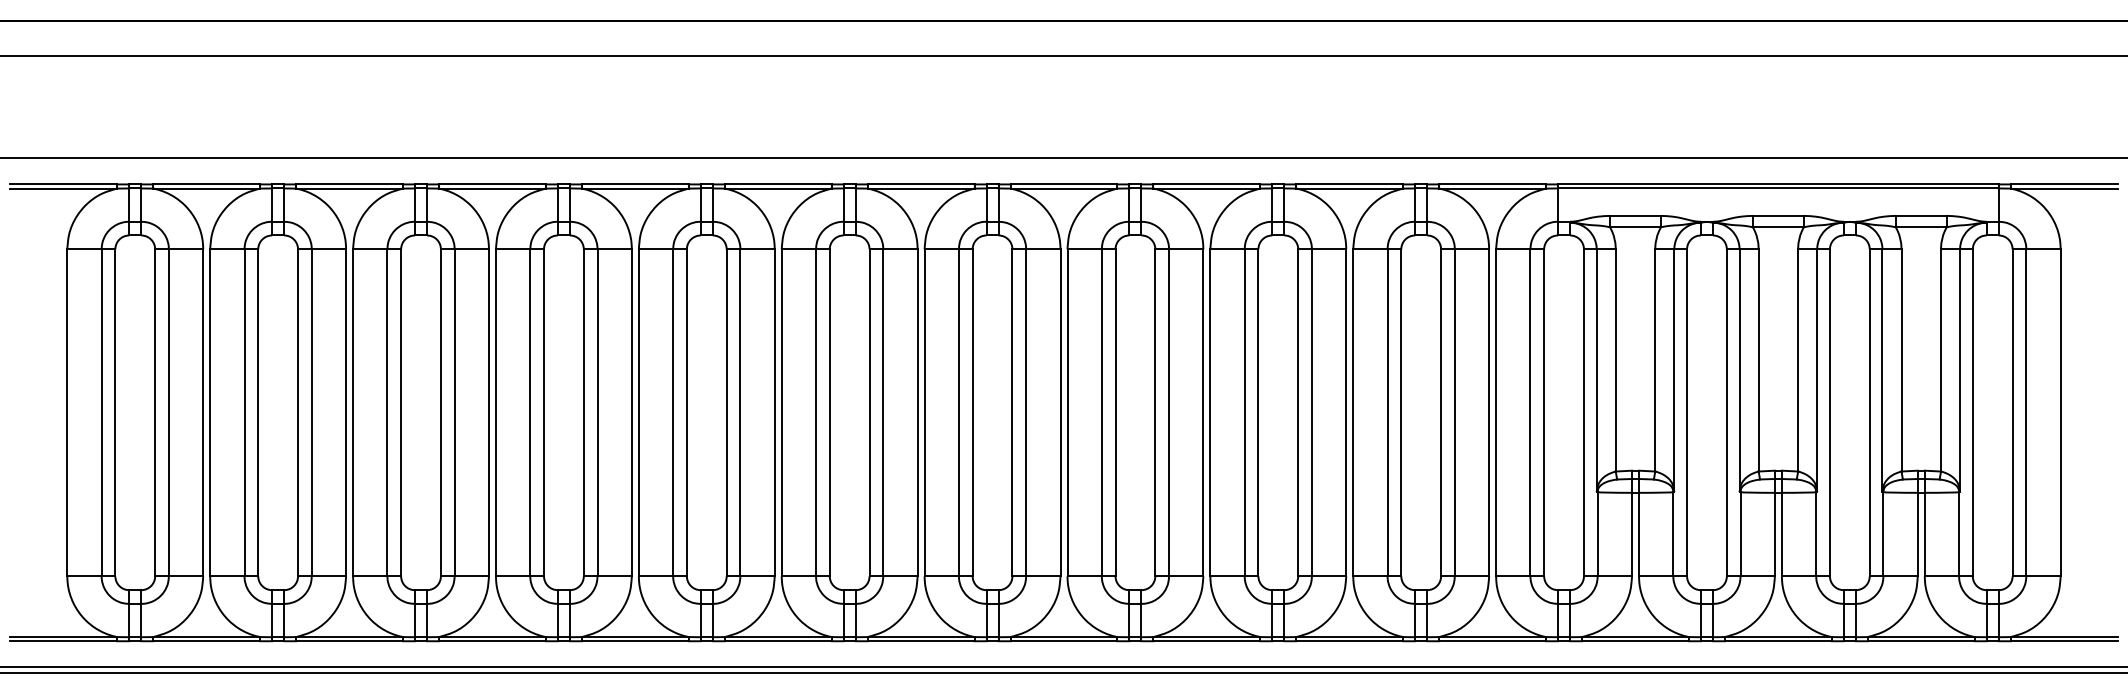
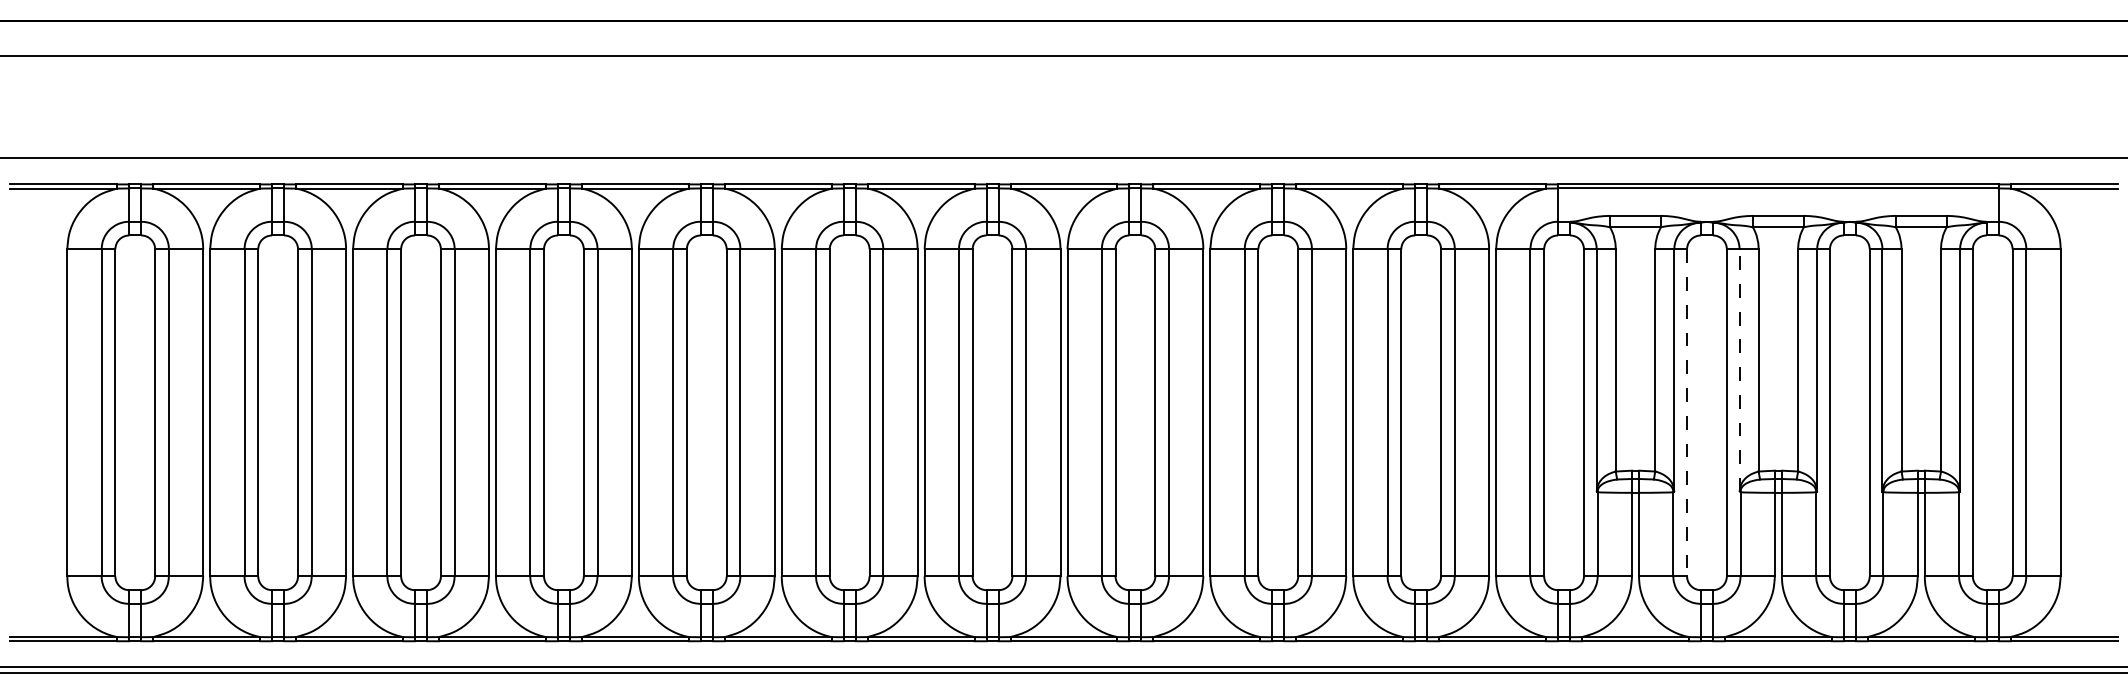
line at (1739, 370): solid -> dashed
line at (1687, 413): solid -> dashed
